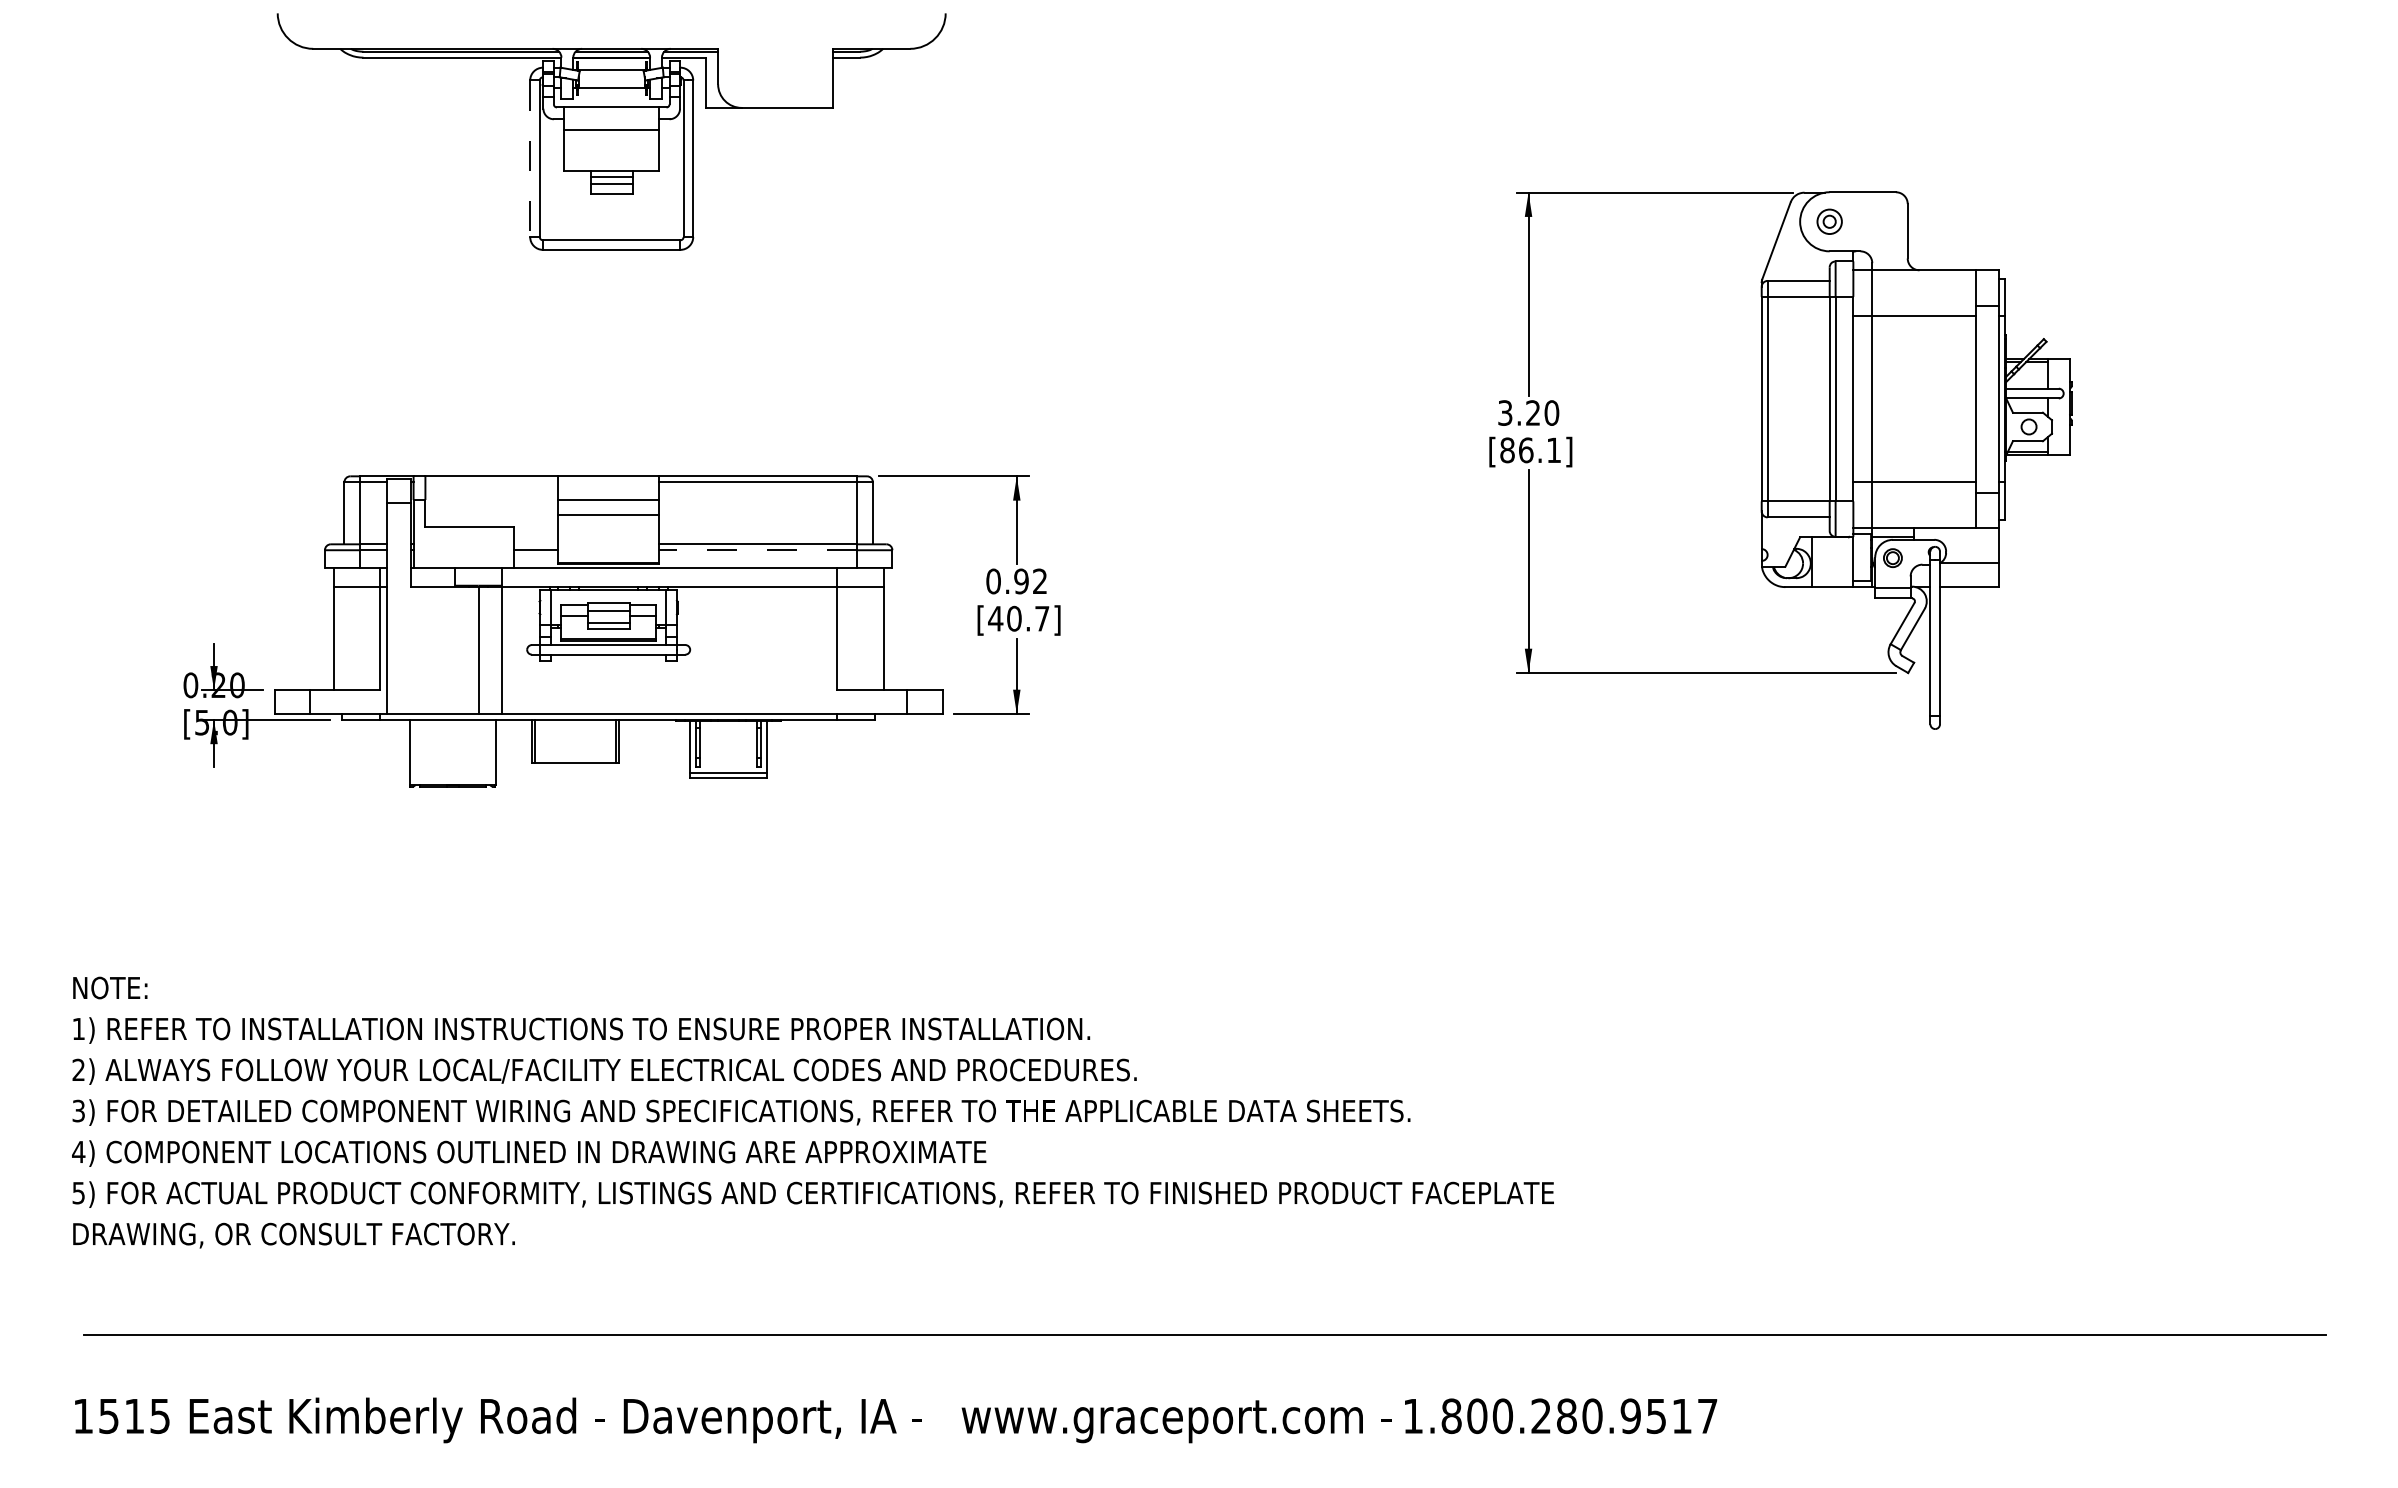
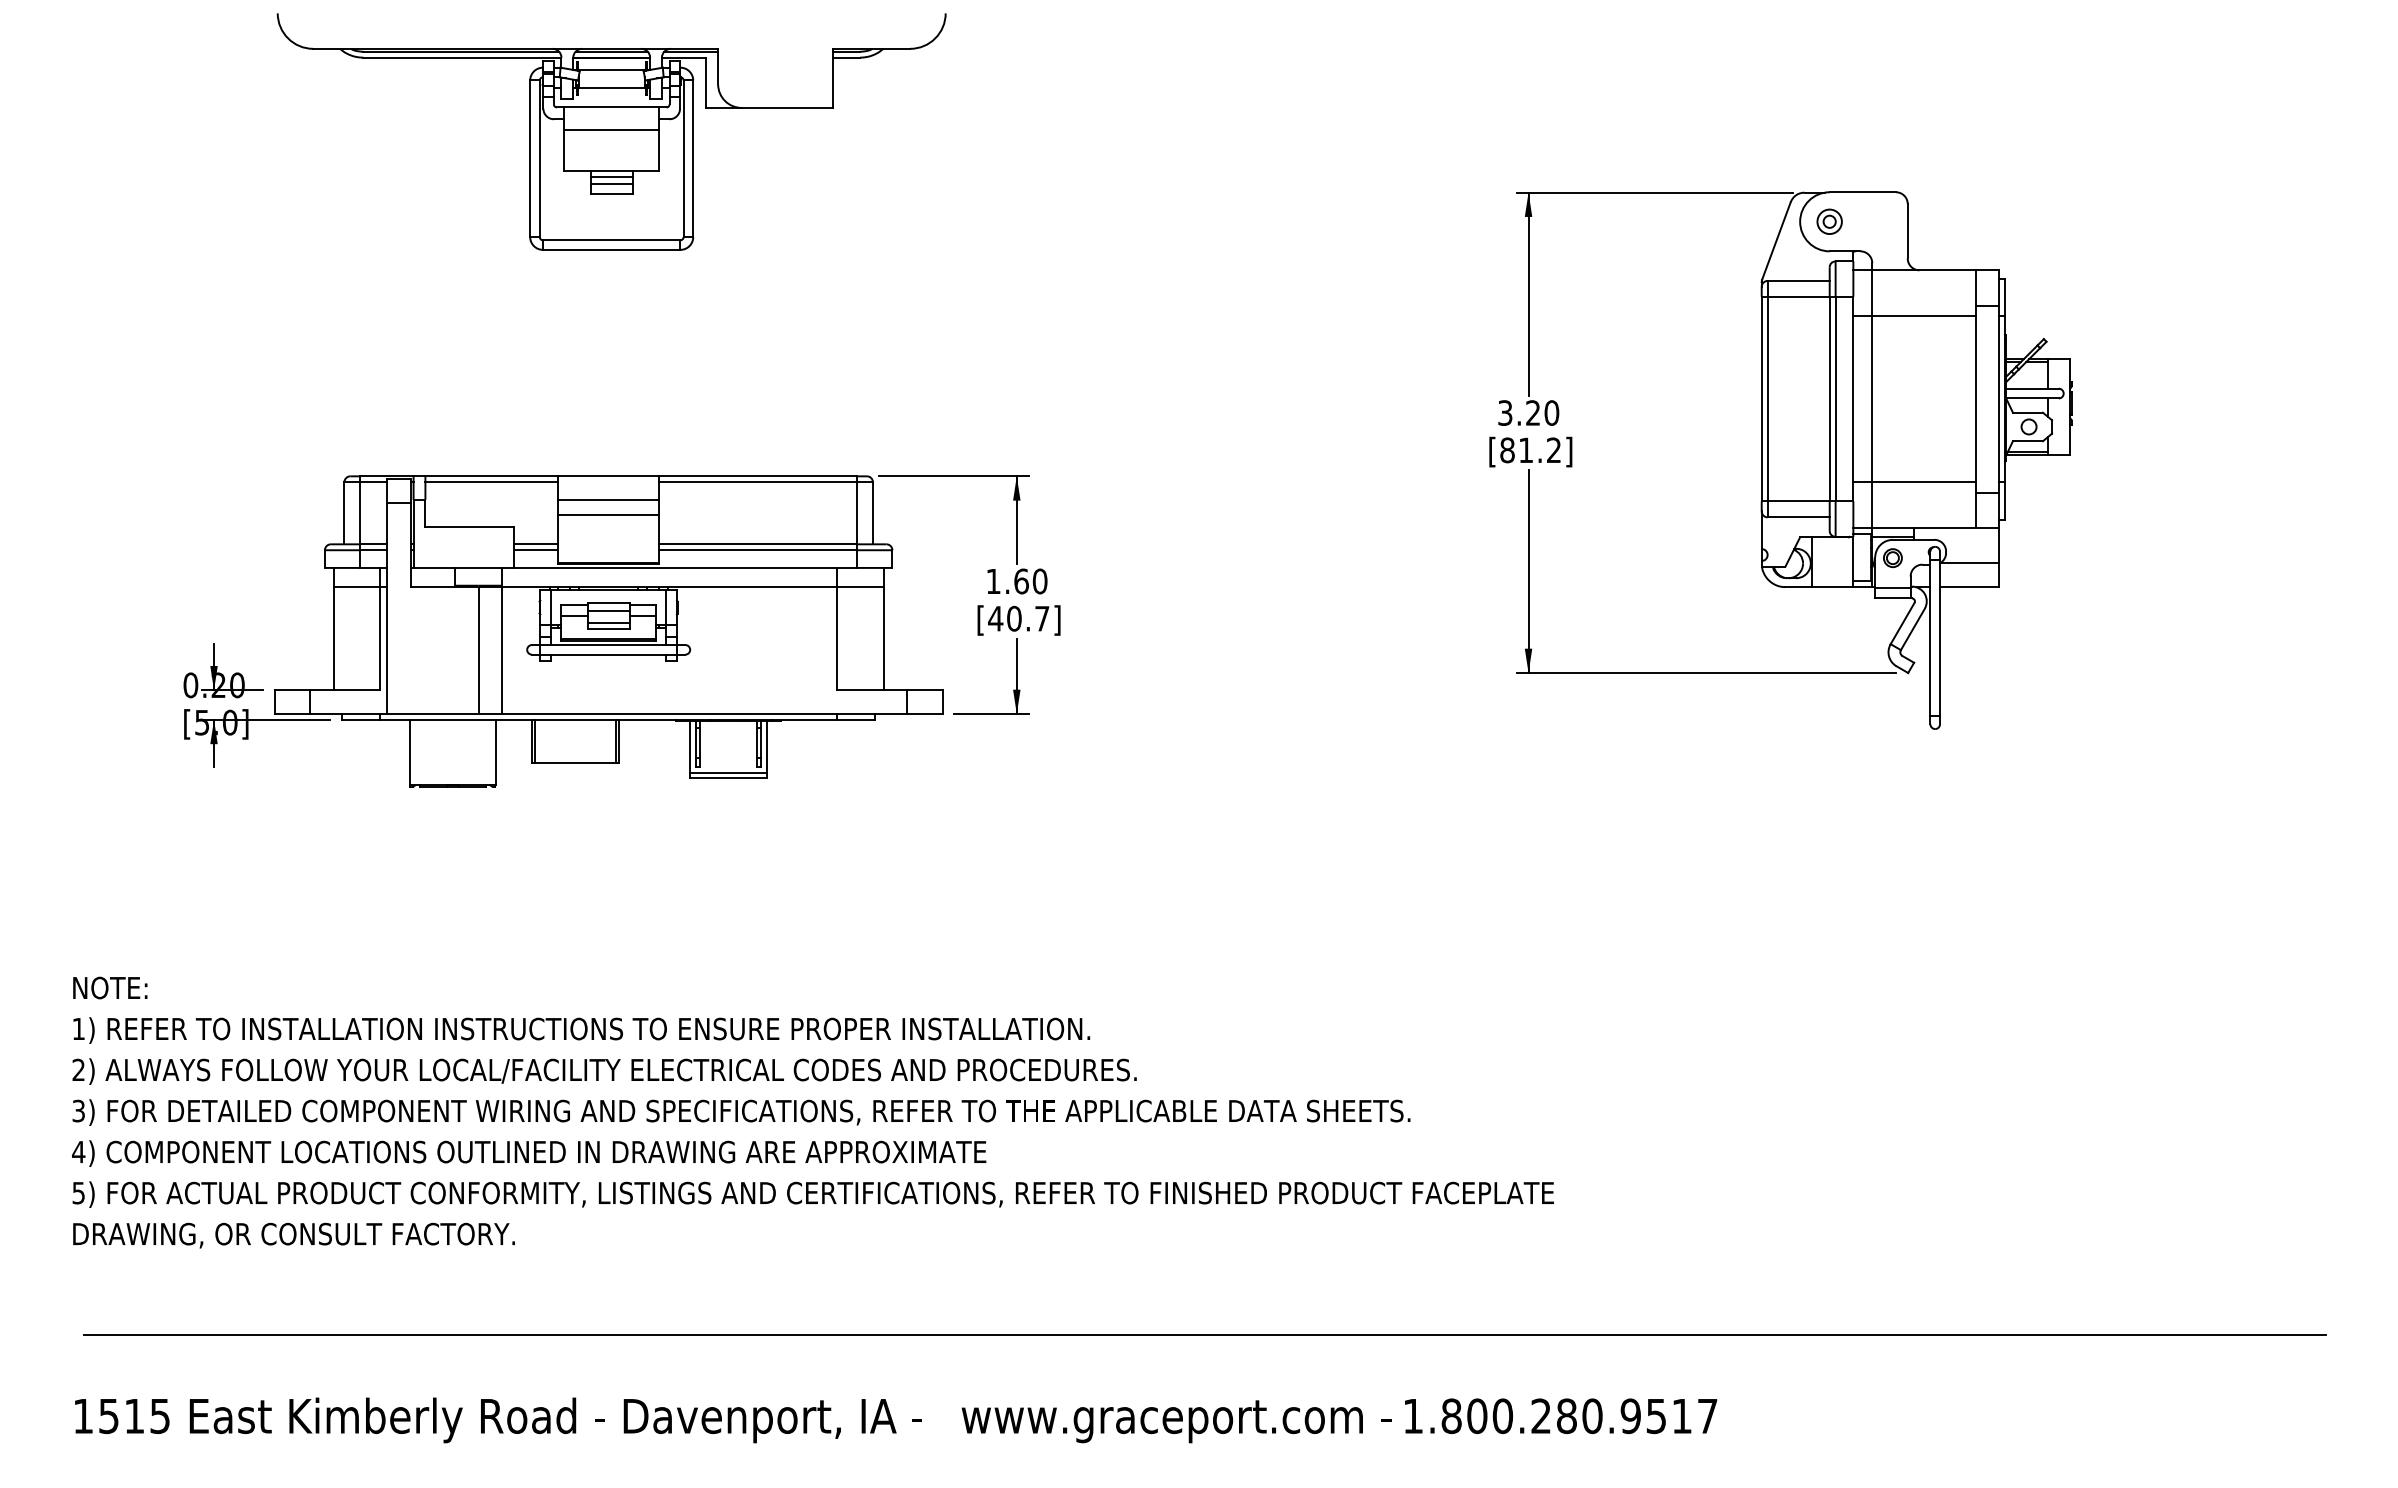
line at (530, 159): dashed -> solid
text at (1539, 450): [86.1] -> [81.2]
line at (491, 482): none -> present
line at (536, 544): none -> present
line at (757, 550): dashed -> solid
text at (1016, 581): 0.92 -> 1.60
